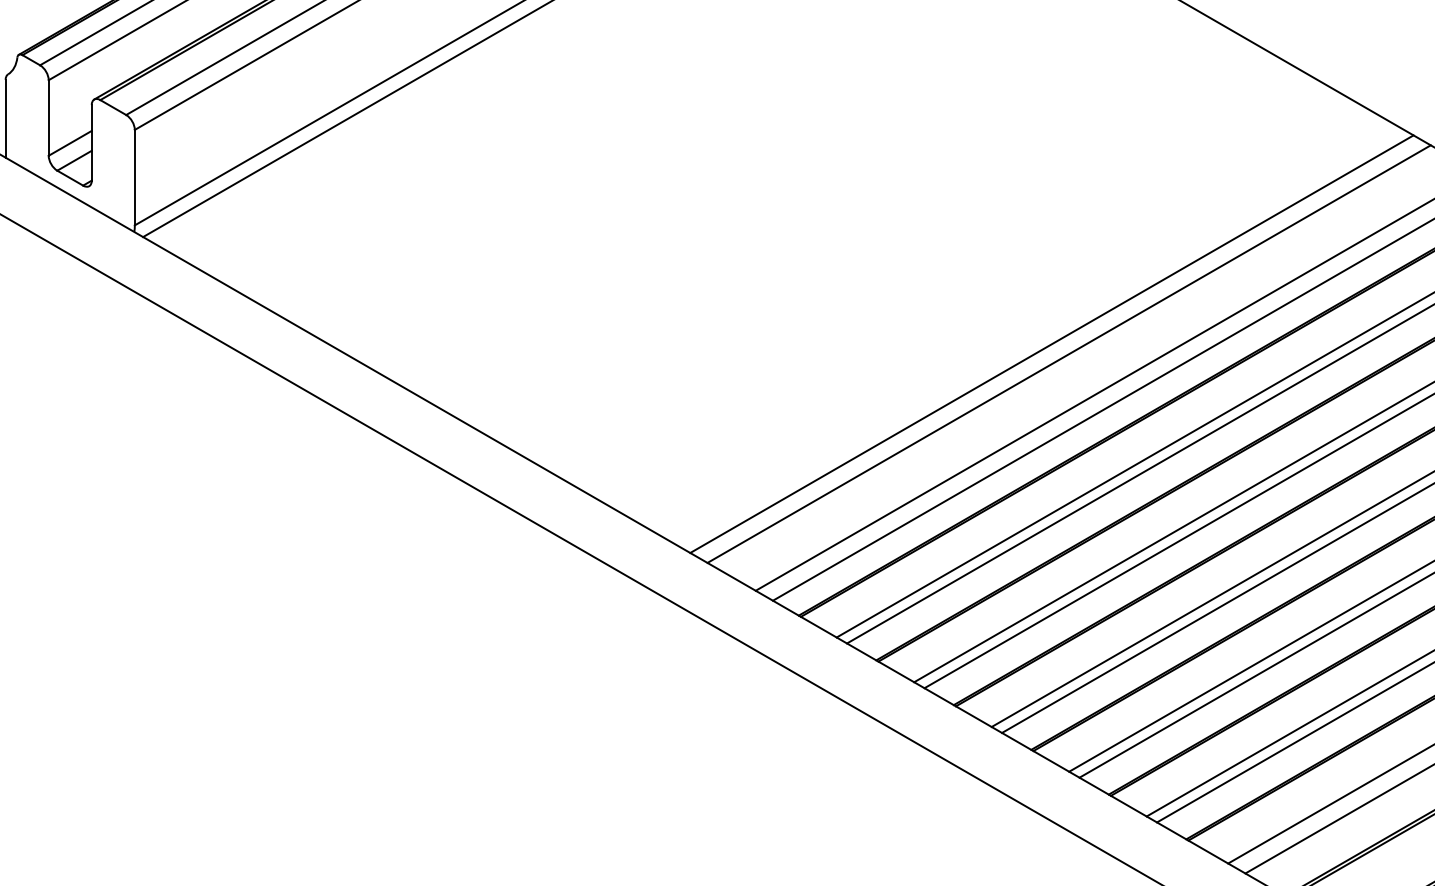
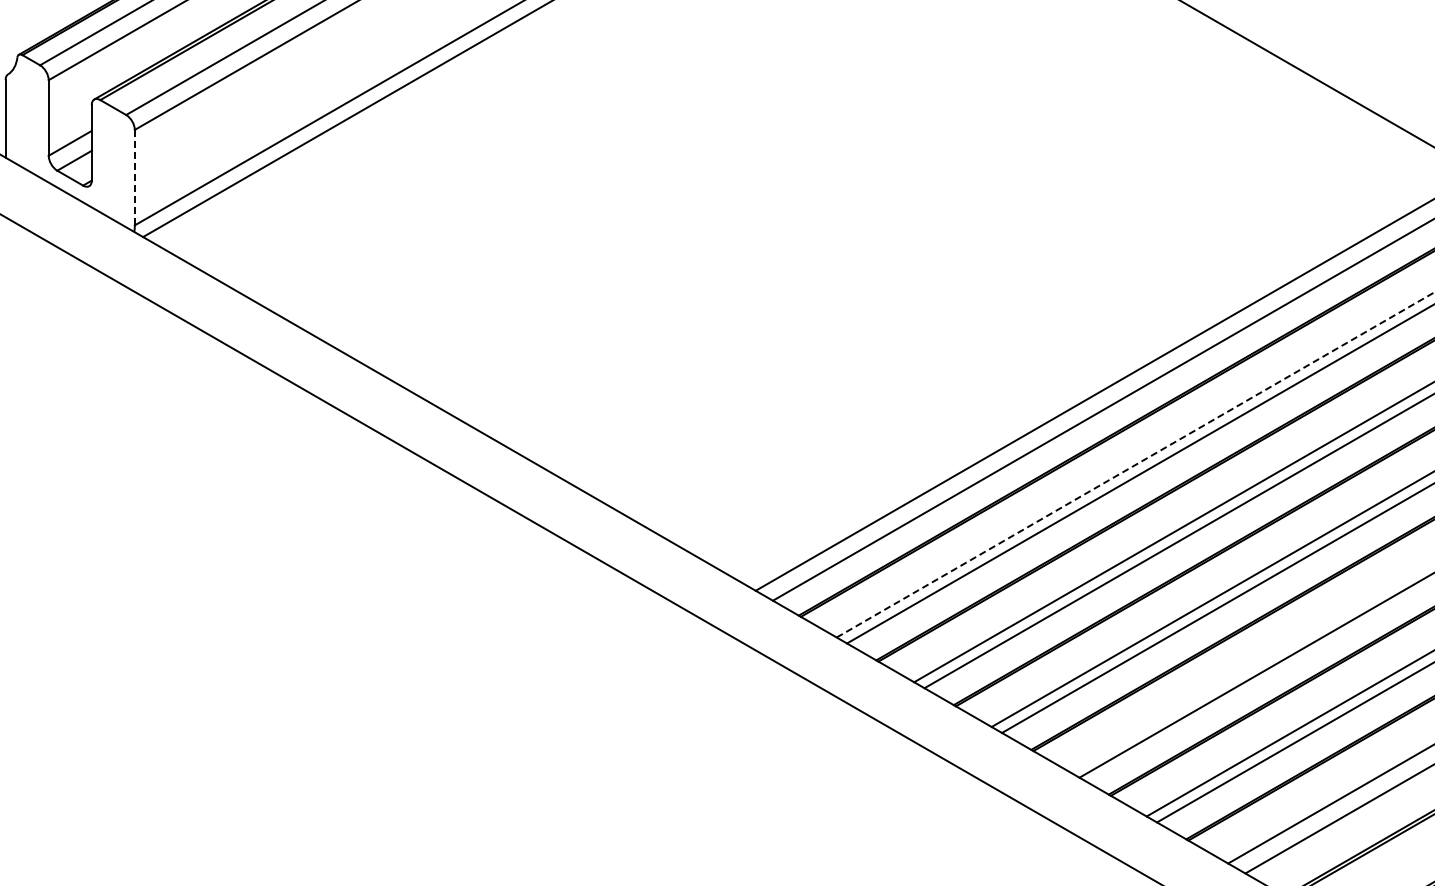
line at (134, 177): solid -> dashed
line at (1051, 343): present -> none
line at (1068, 353): present -> none
line at (1136, 464): solid -> dashed
line at (1250, 666): present -> none
